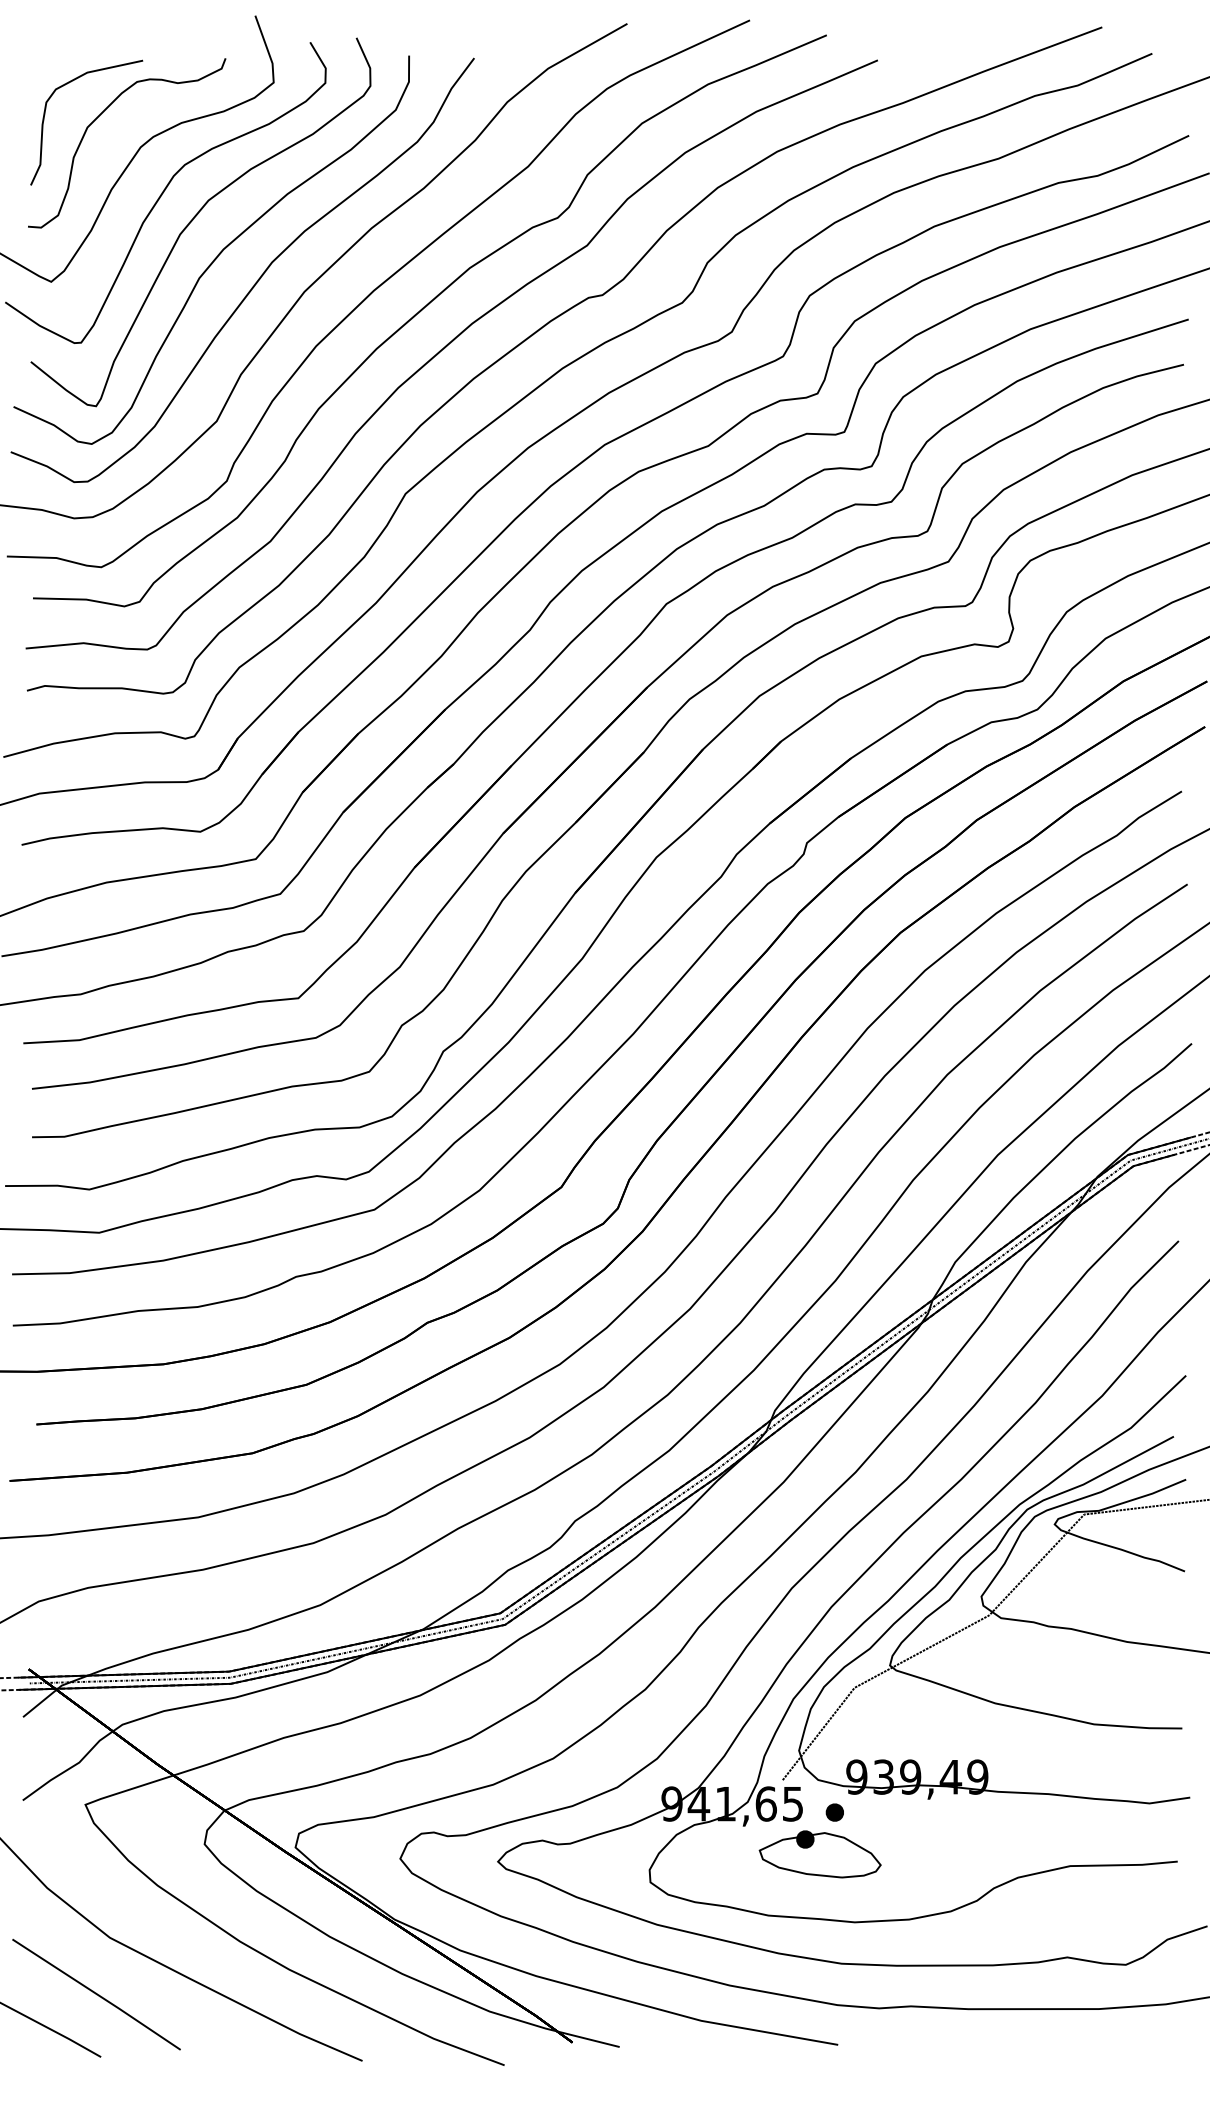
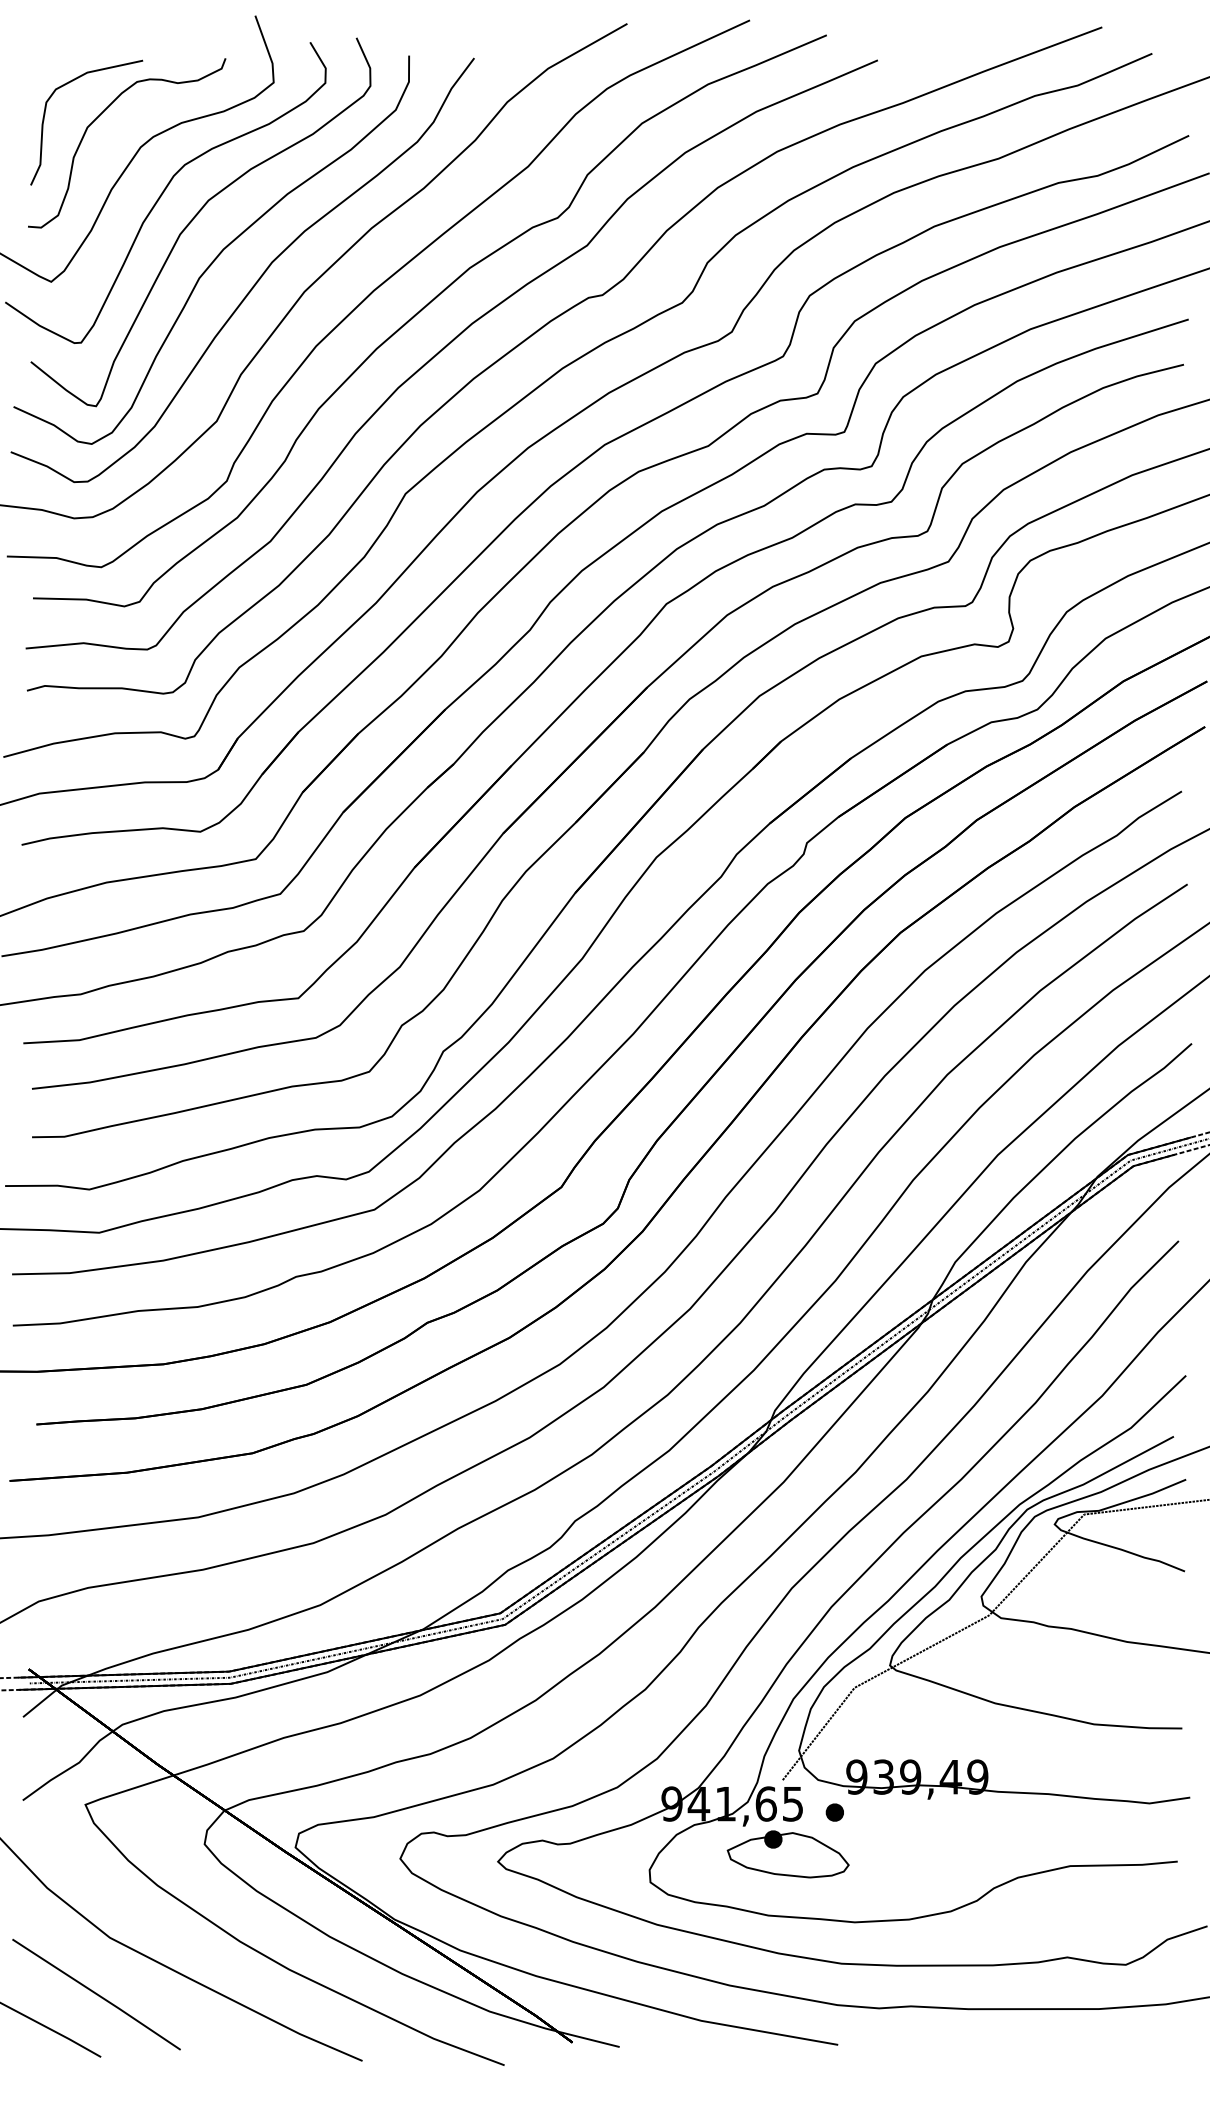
part at (819, 1854) position: (819, 1854) -> (787, 1854)
